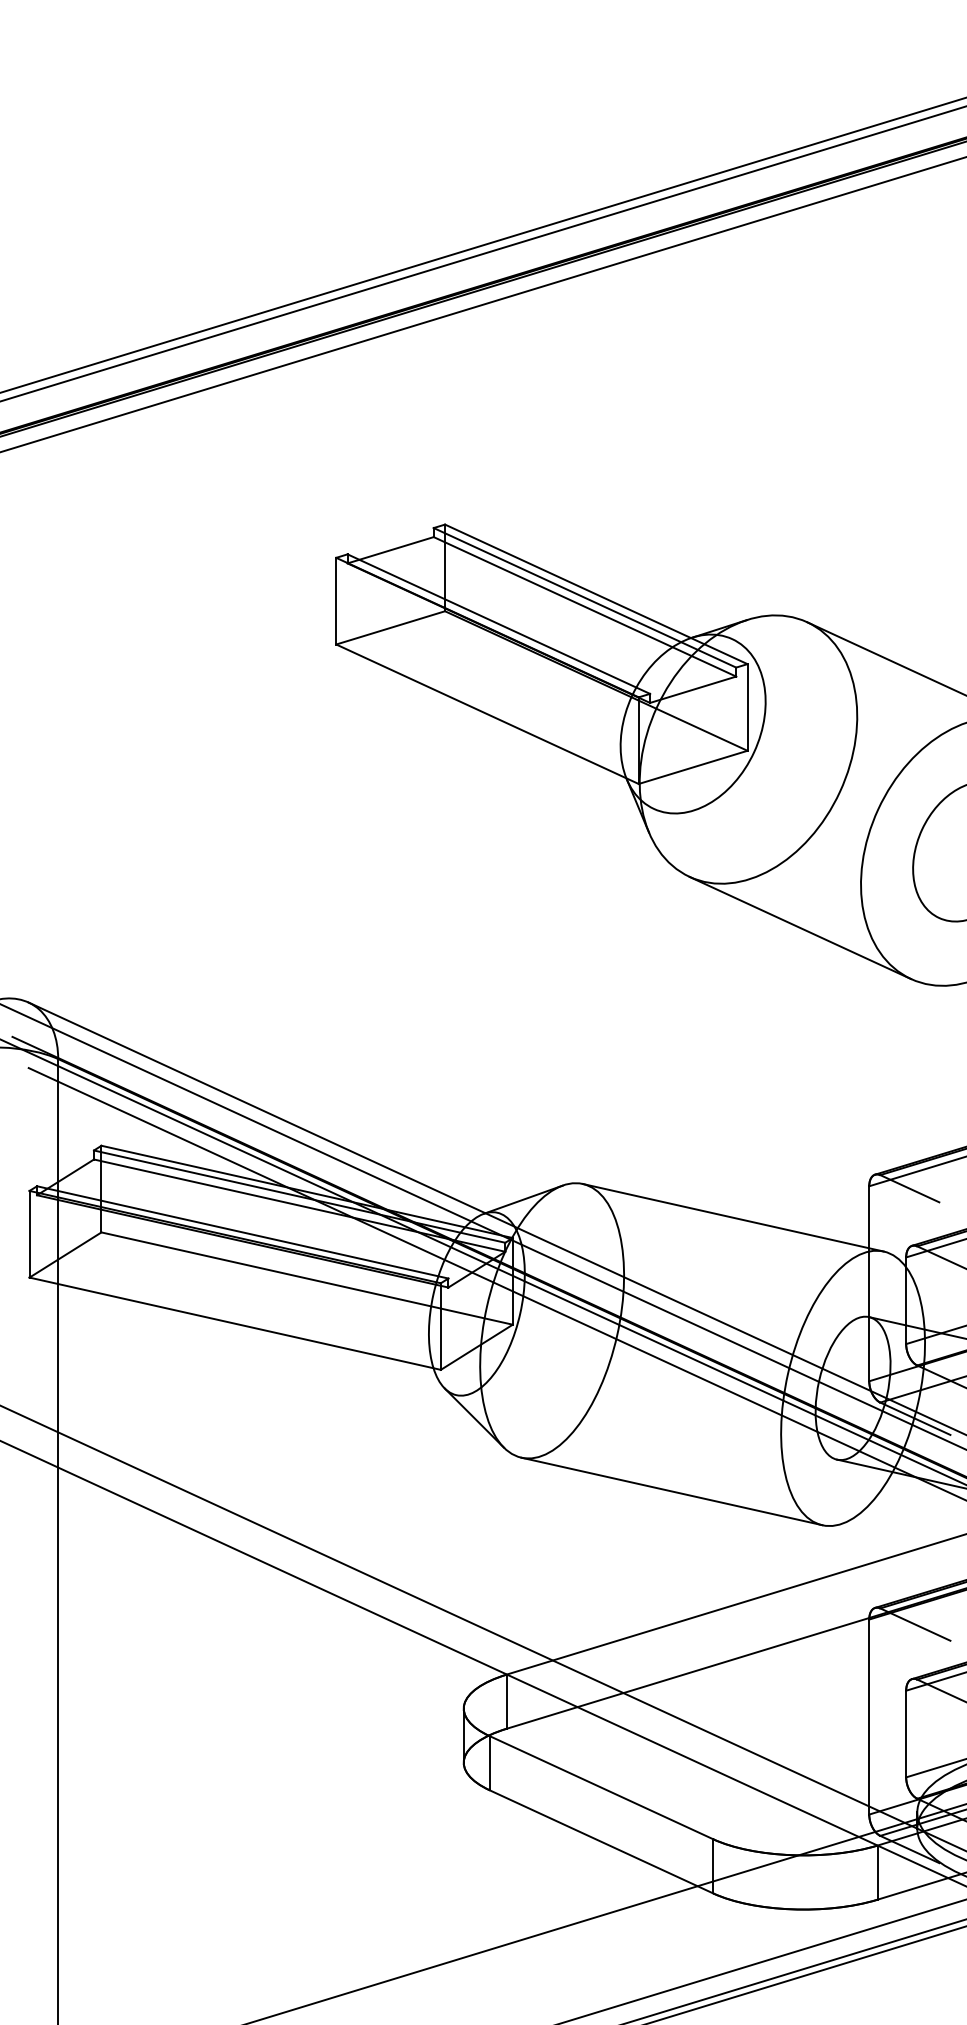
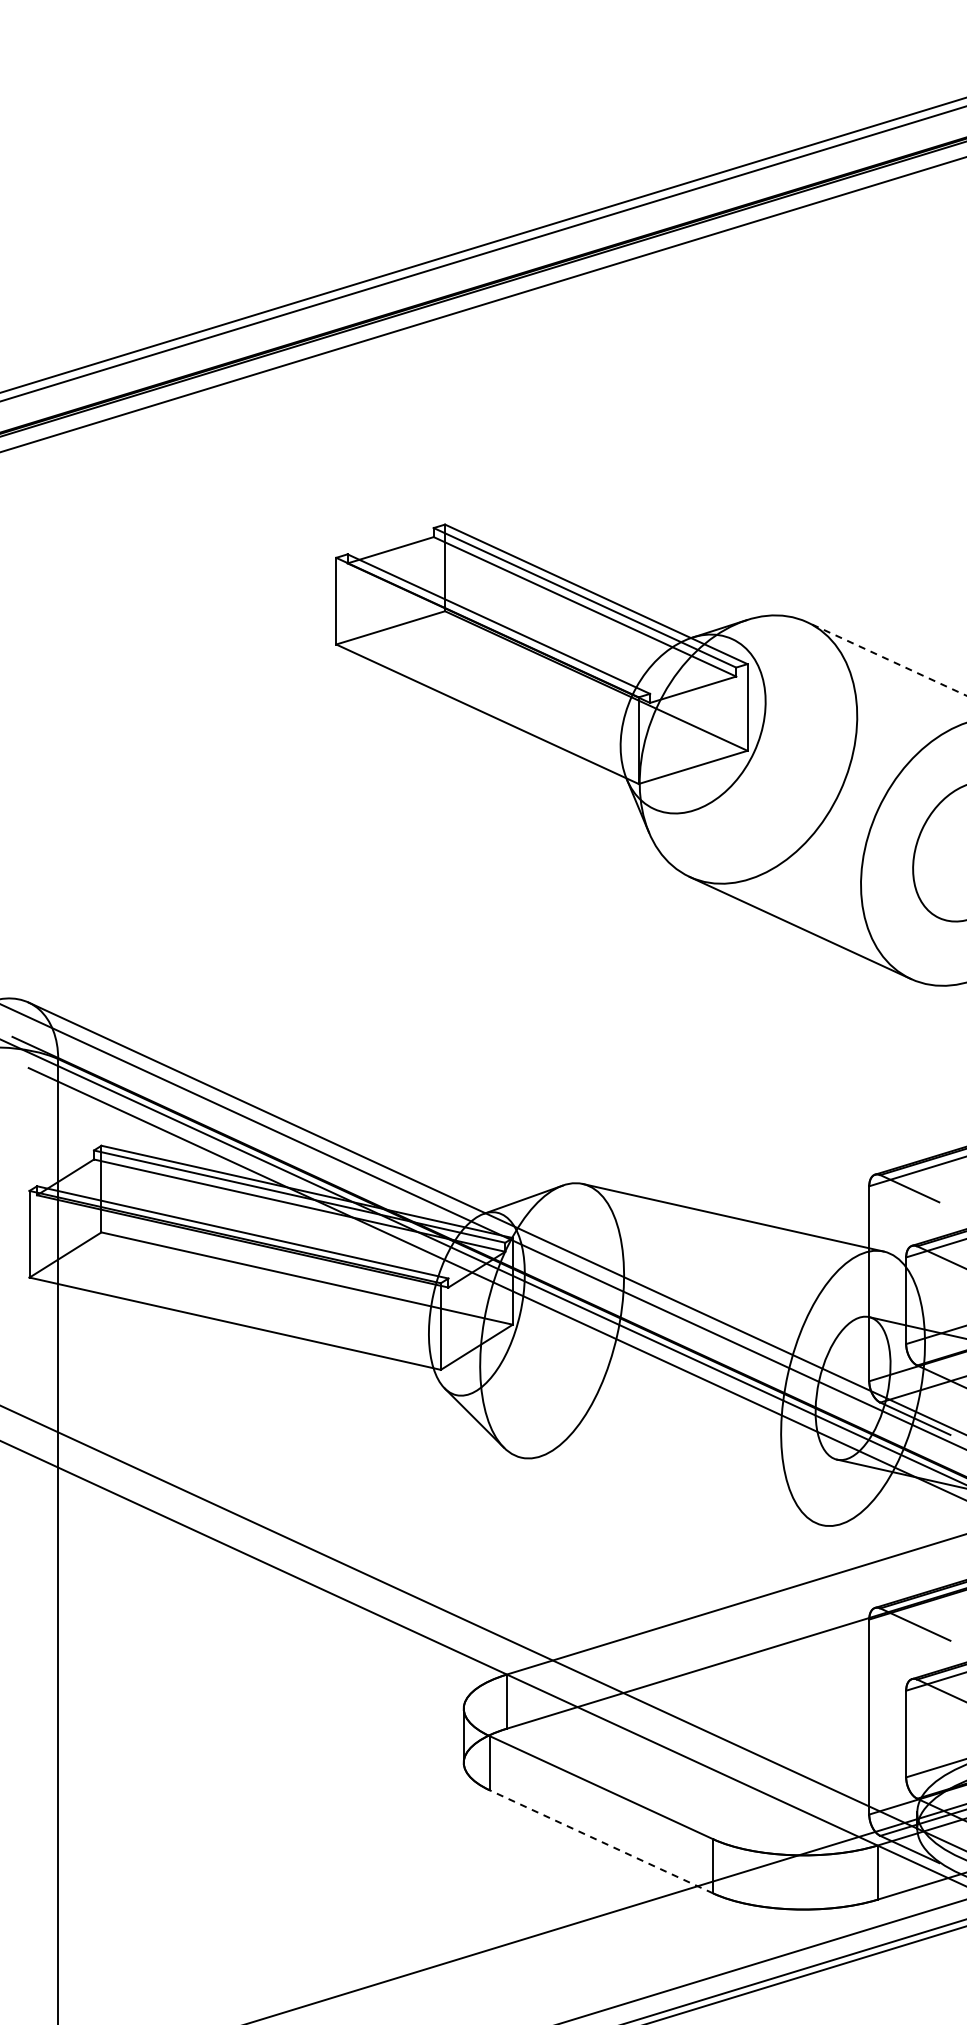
line at (887, 659): solid -> dashed
line at (671, 1491): present -> none
line at (601, 1841): solid -> dashed
